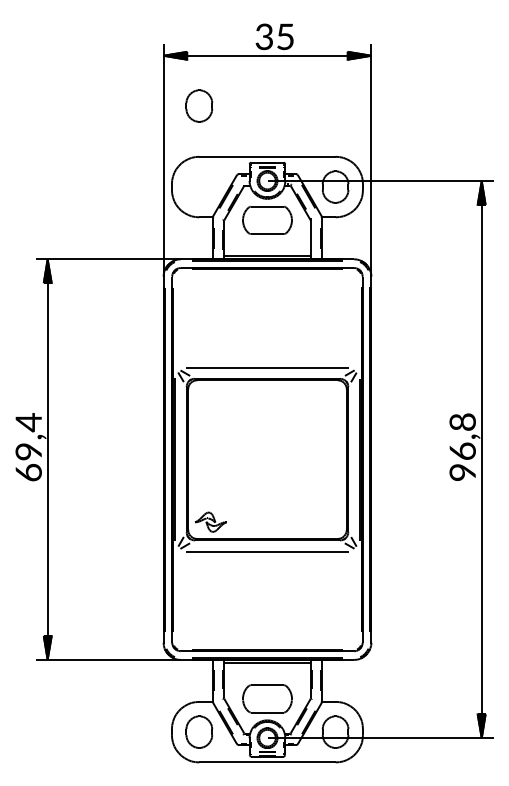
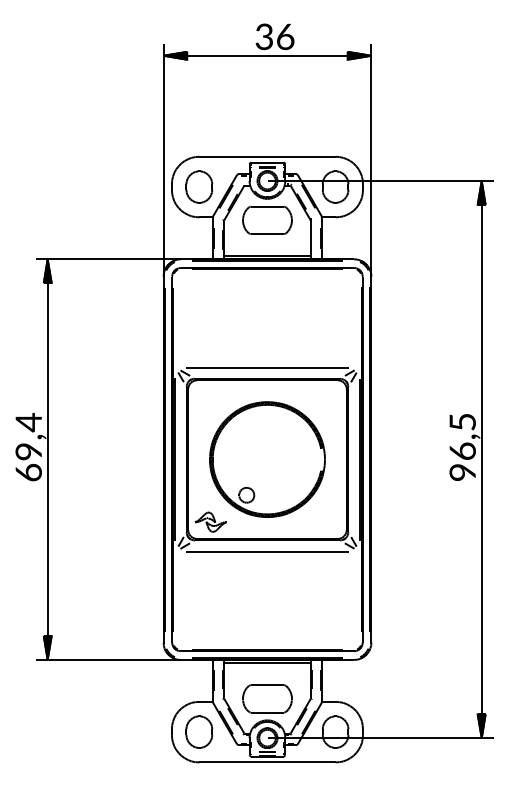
text at (285, 36): 35 -> 36
part at (199, 105) position: (199, 105) -> (199, 186)
text at (462, 421): 96,8 -> 96,5
part at (267, 459): none -> present
